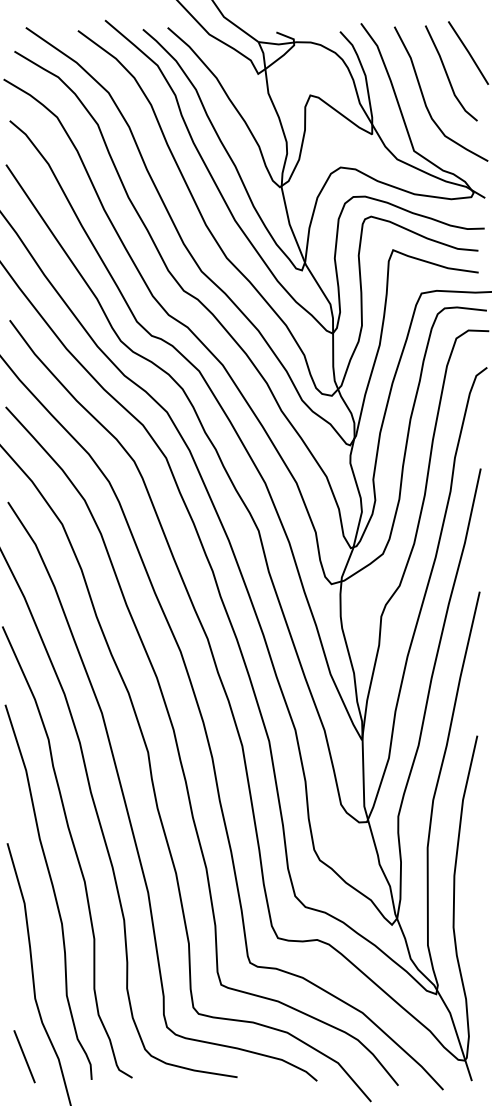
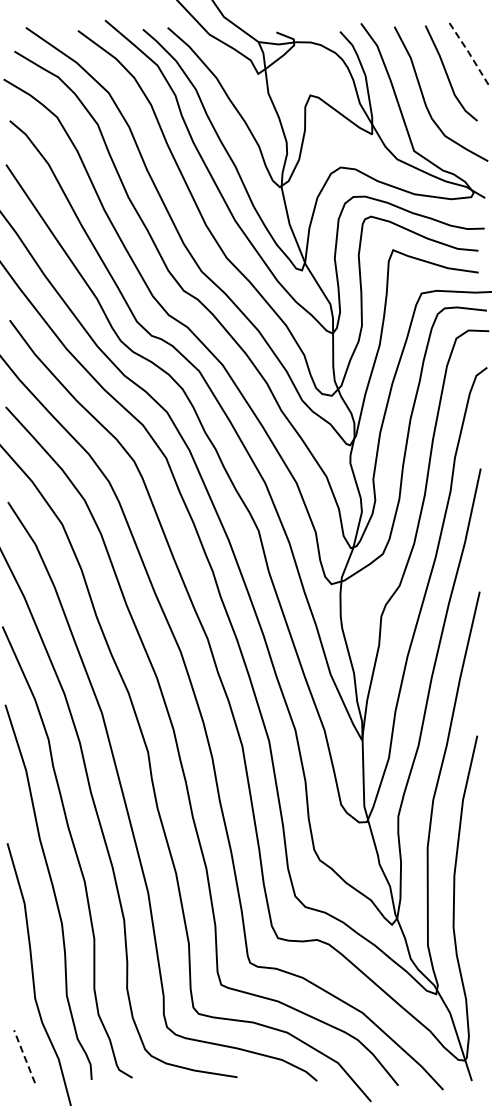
line at (468, 52): solid -> dashed
line at (24, 1056): solid -> dashed
